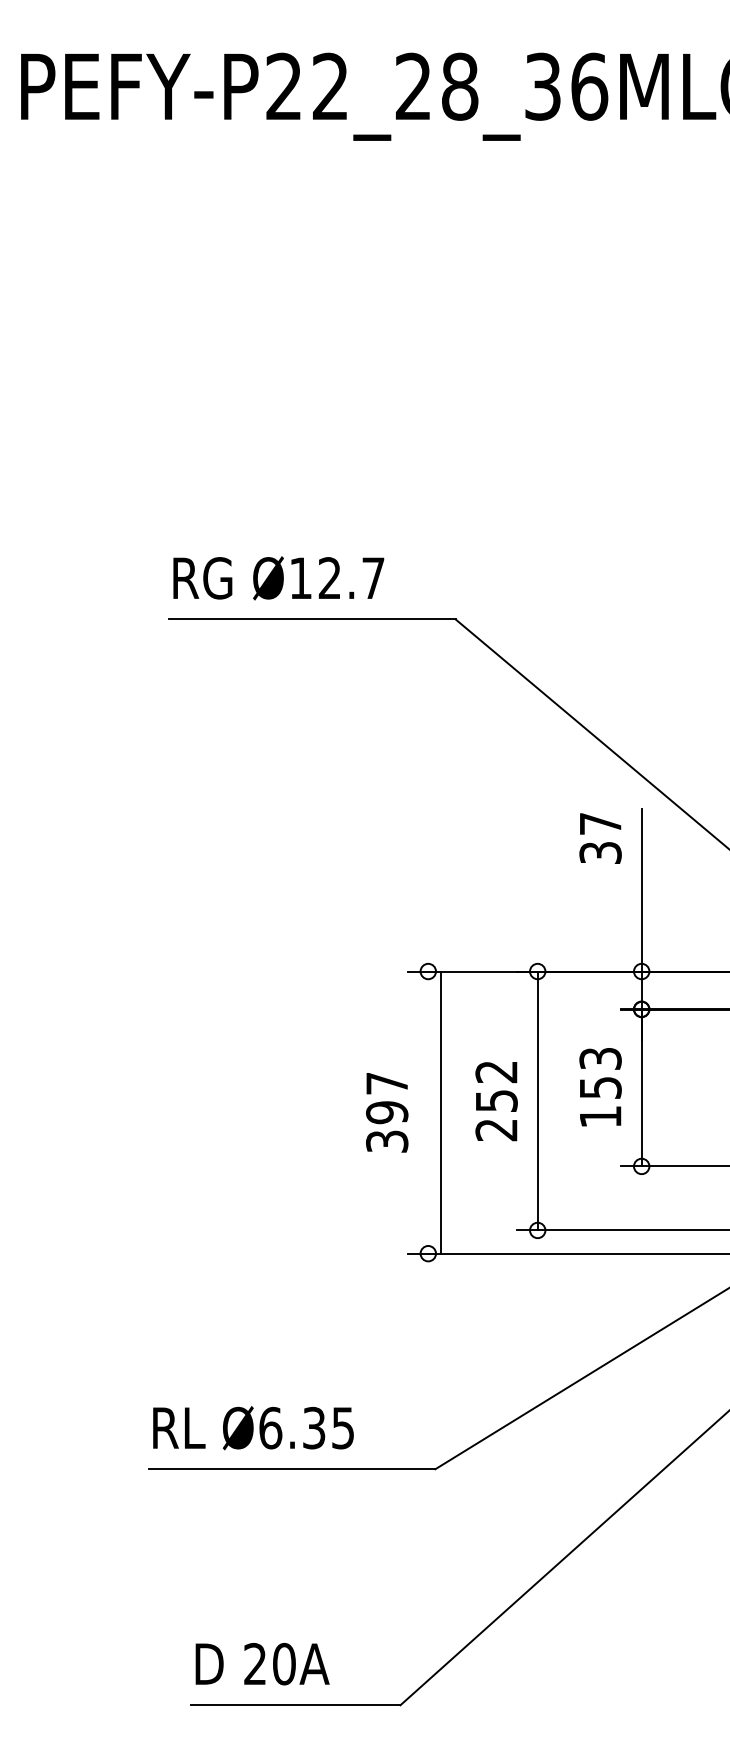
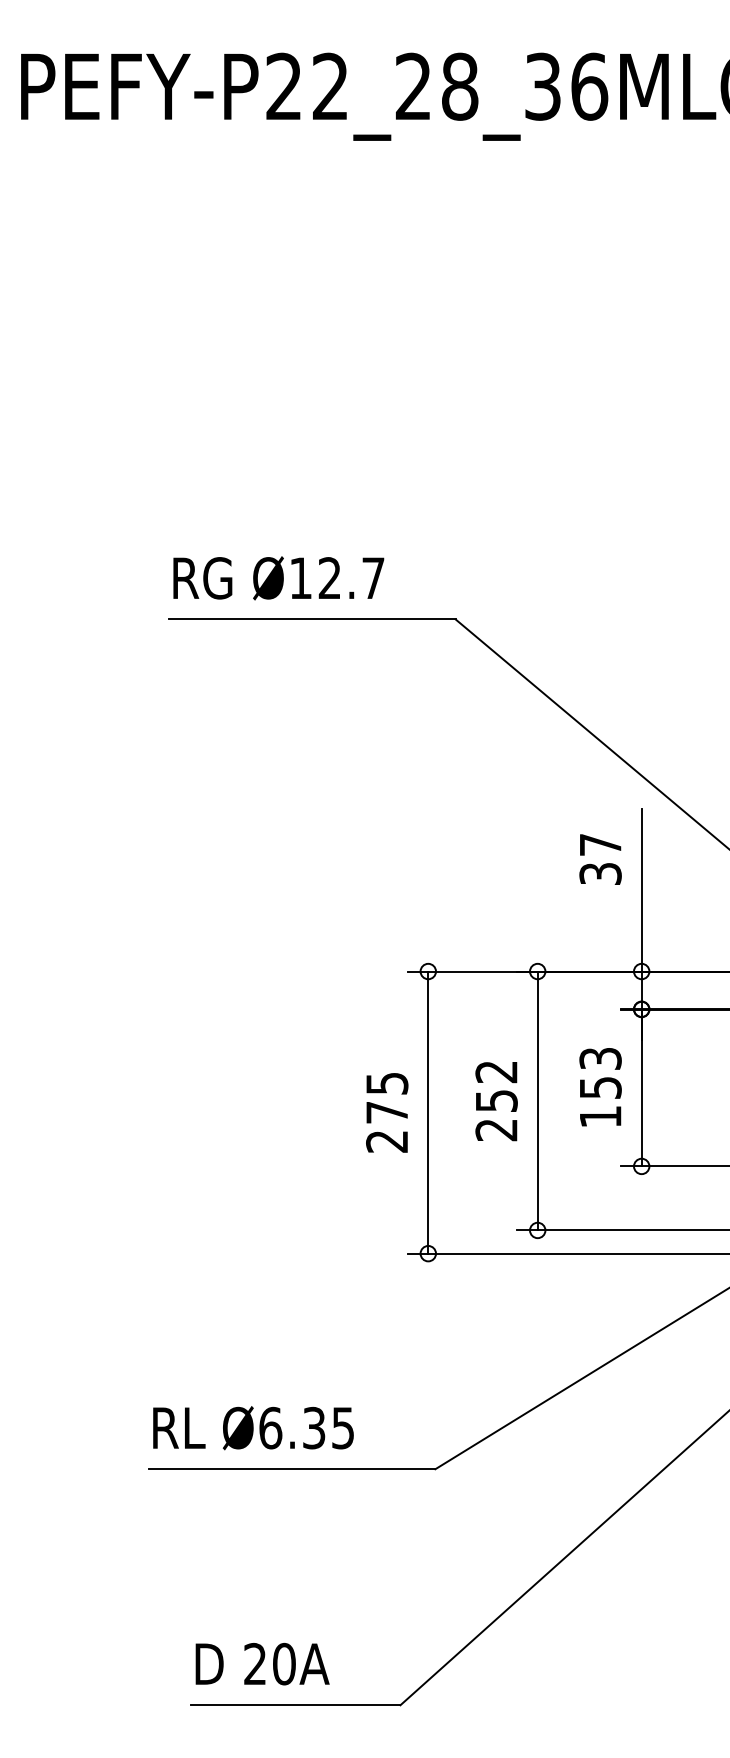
text at (600, 838) position: (600, 838) -> (600, 859)
text at (387, 1112): 397 -> 275
line at (441, 1112) position: (441, 1112) -> (428, 1112)
